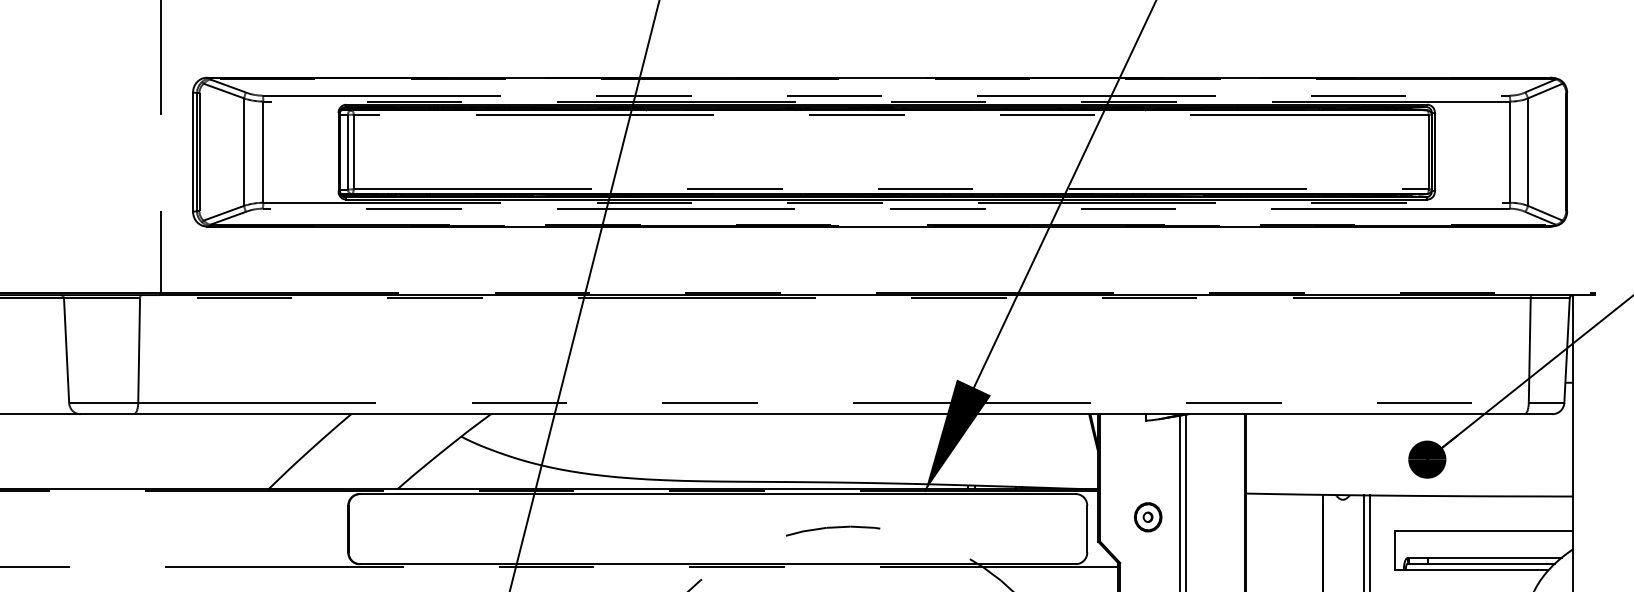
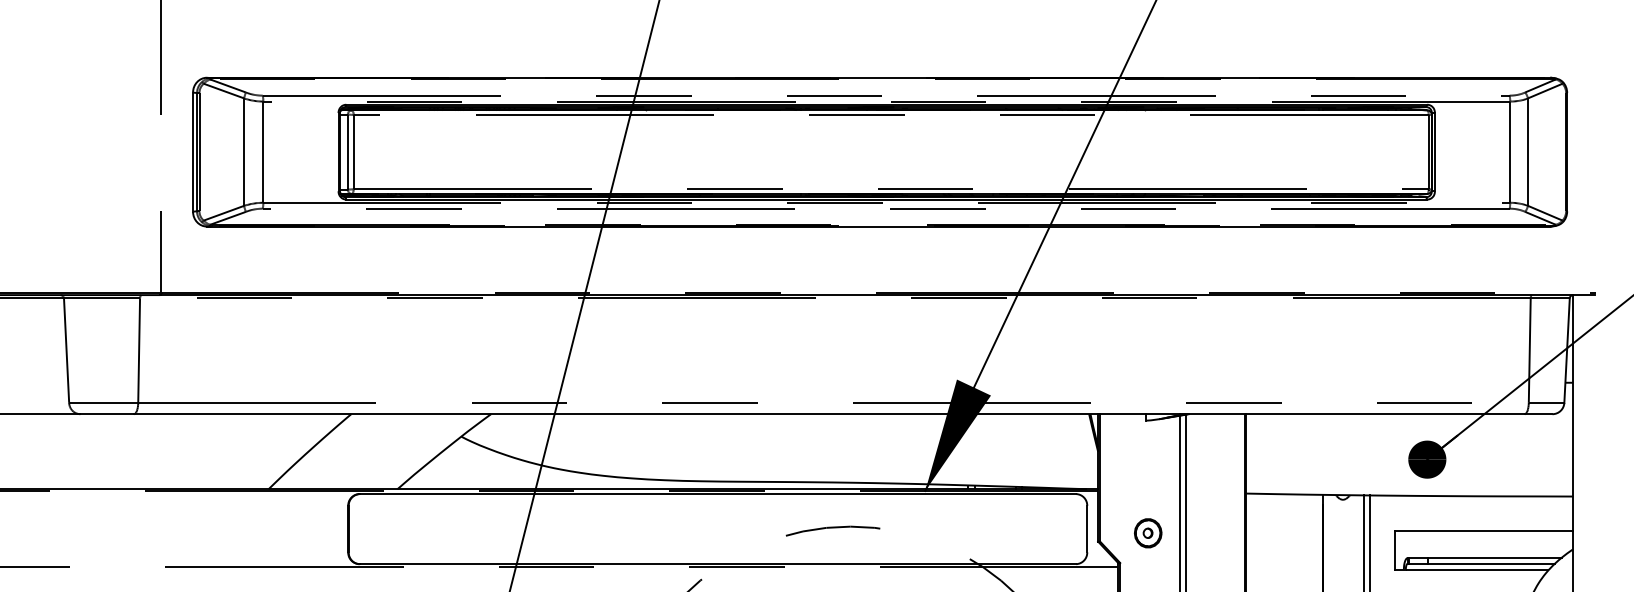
part at (1148, 517) position: (1148, 517) -> (1148, 533)
